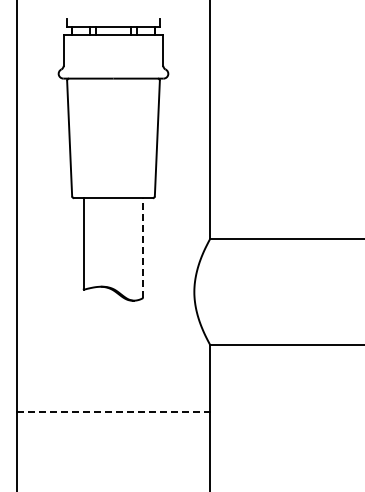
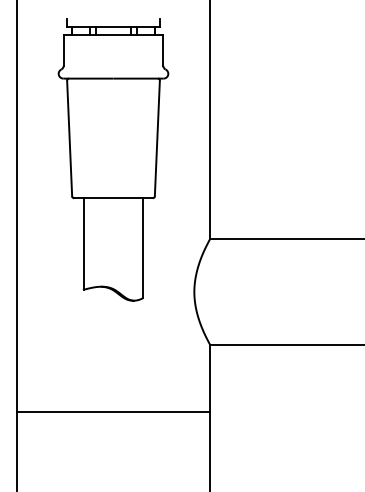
line at (143, 248): dashed -> solid
line at (113, 411): dashed -> solid
